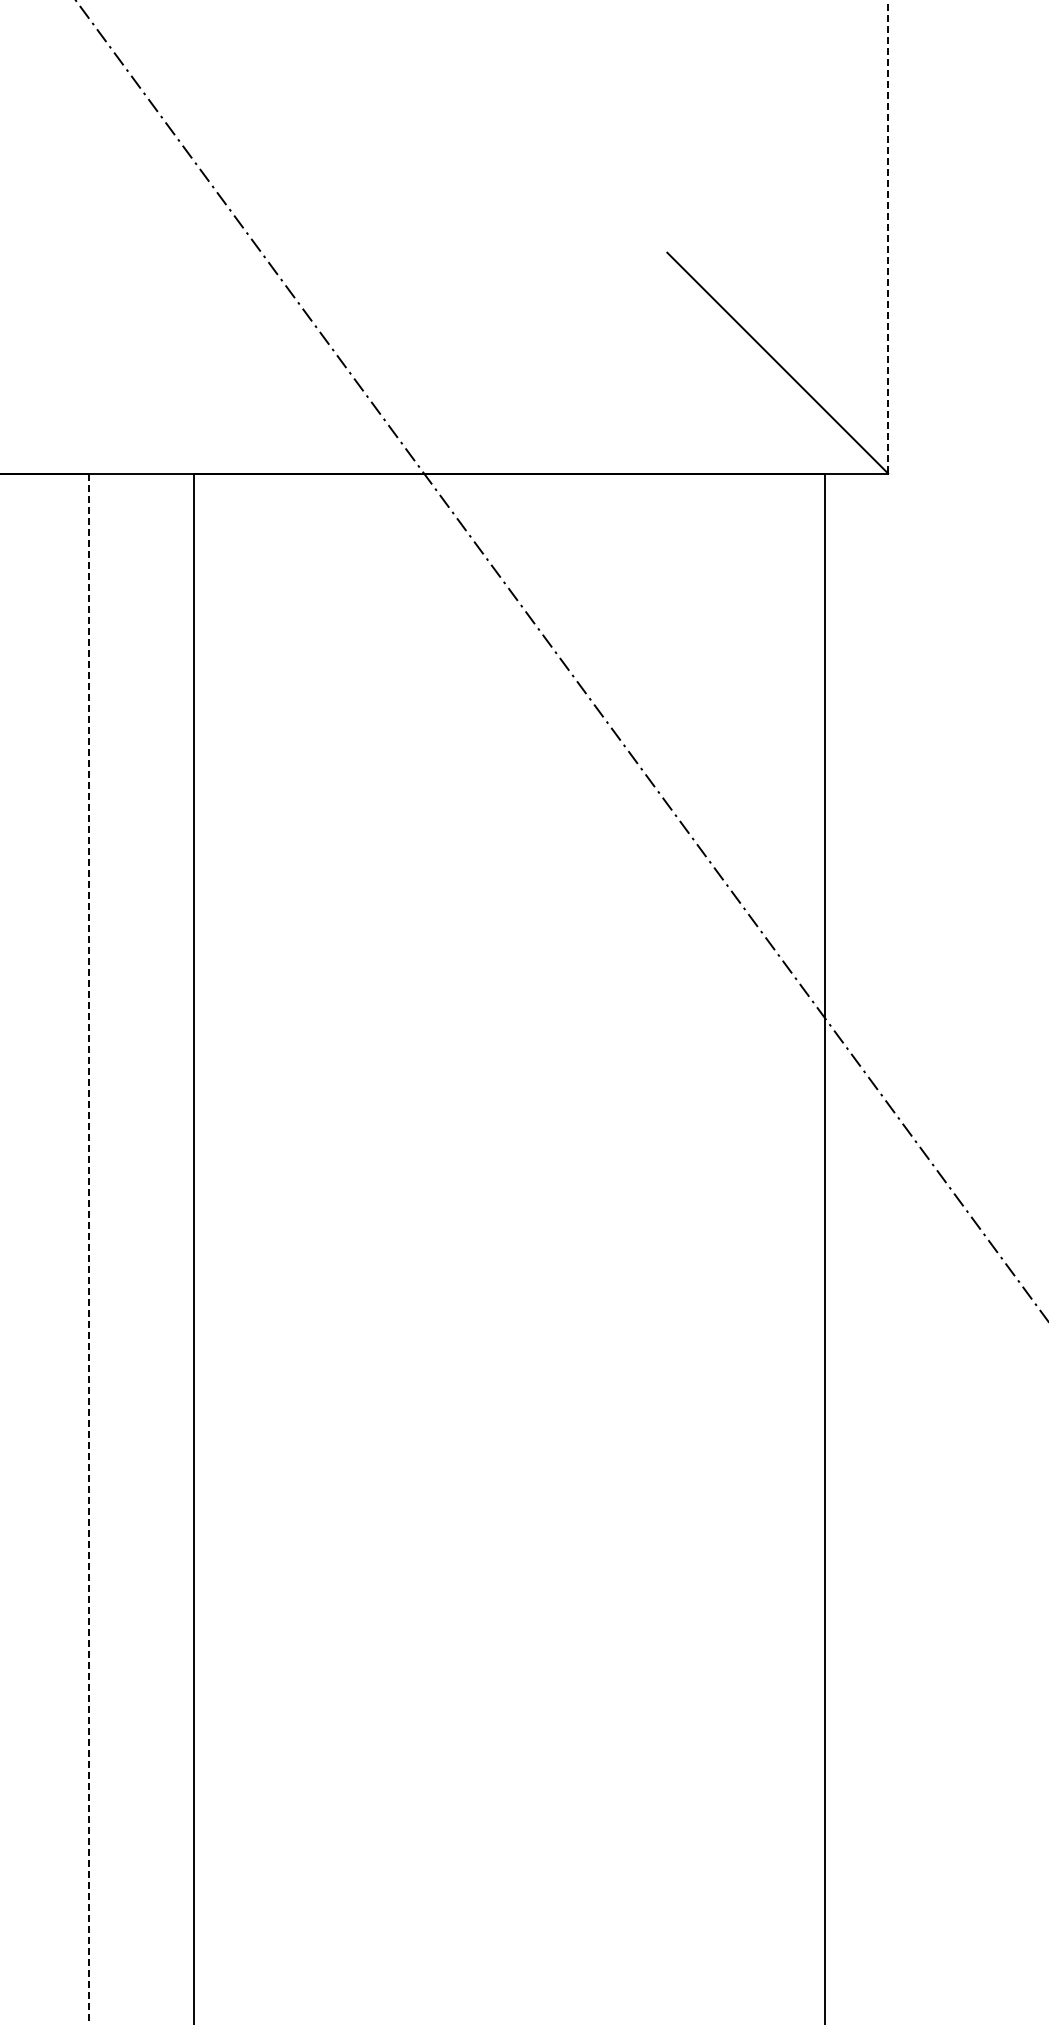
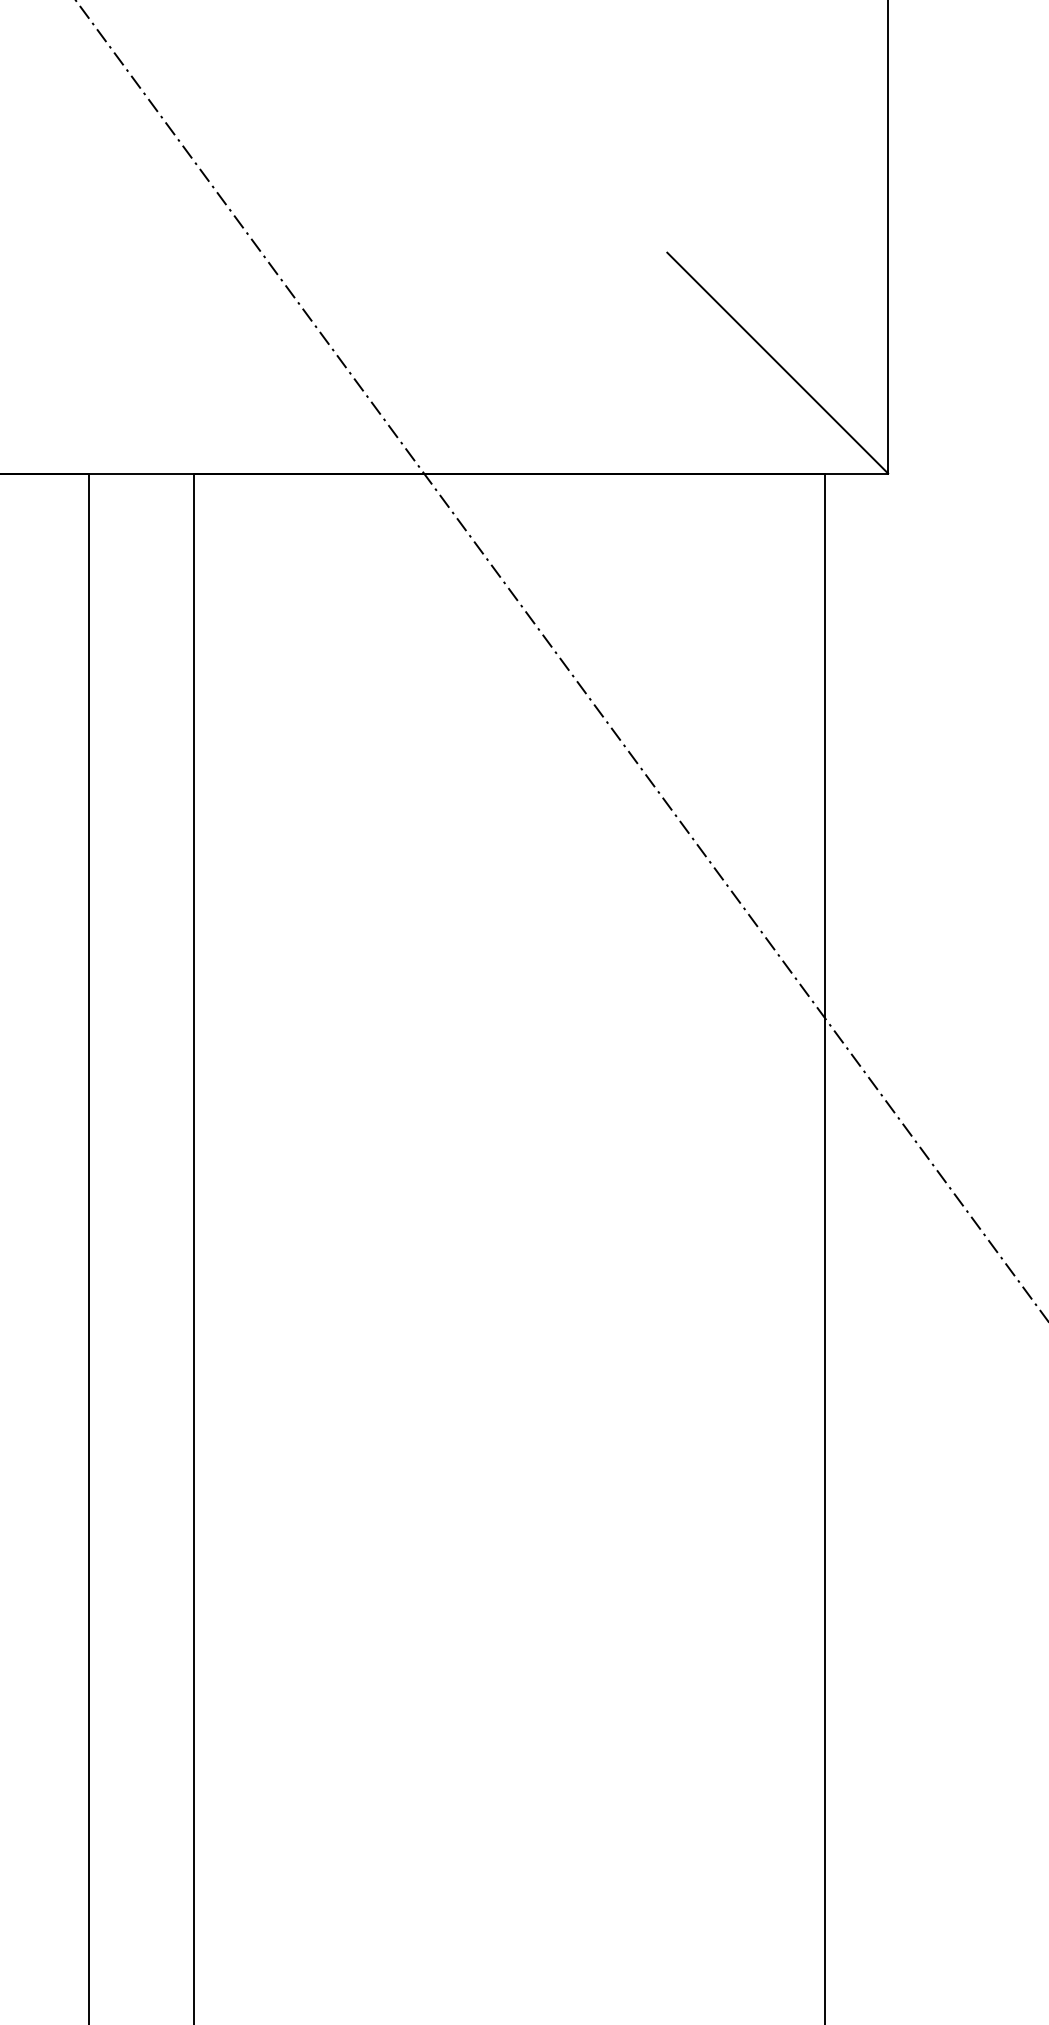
line at (888, 237): dashed -> solid
line at (89, 1249): dashed -> solid
